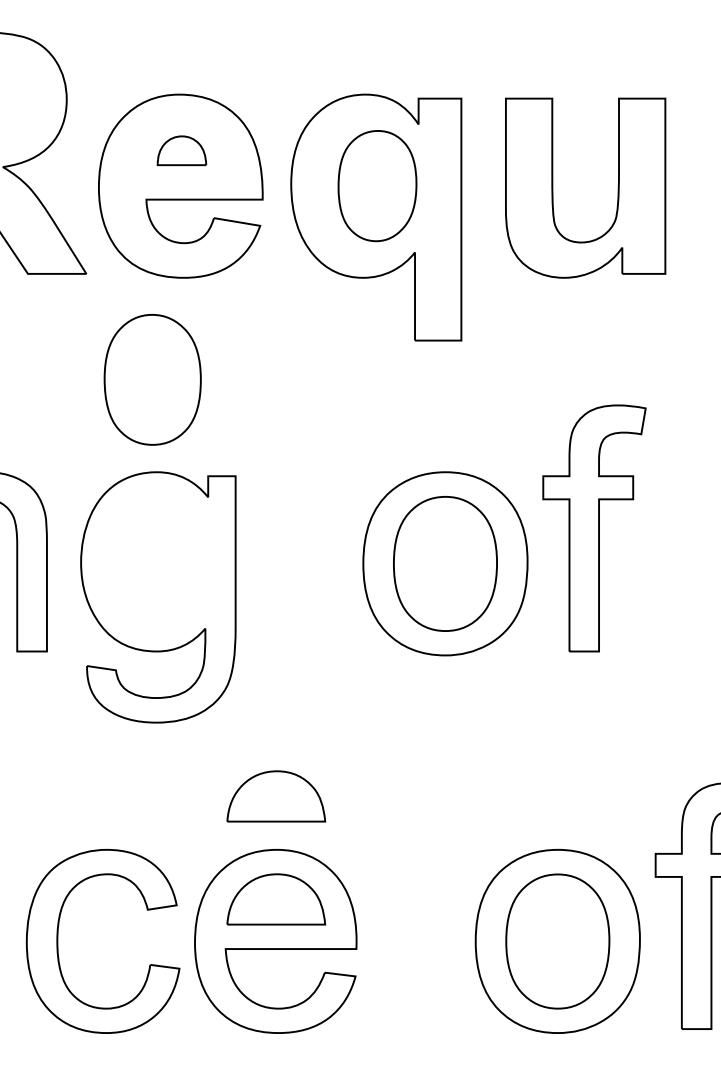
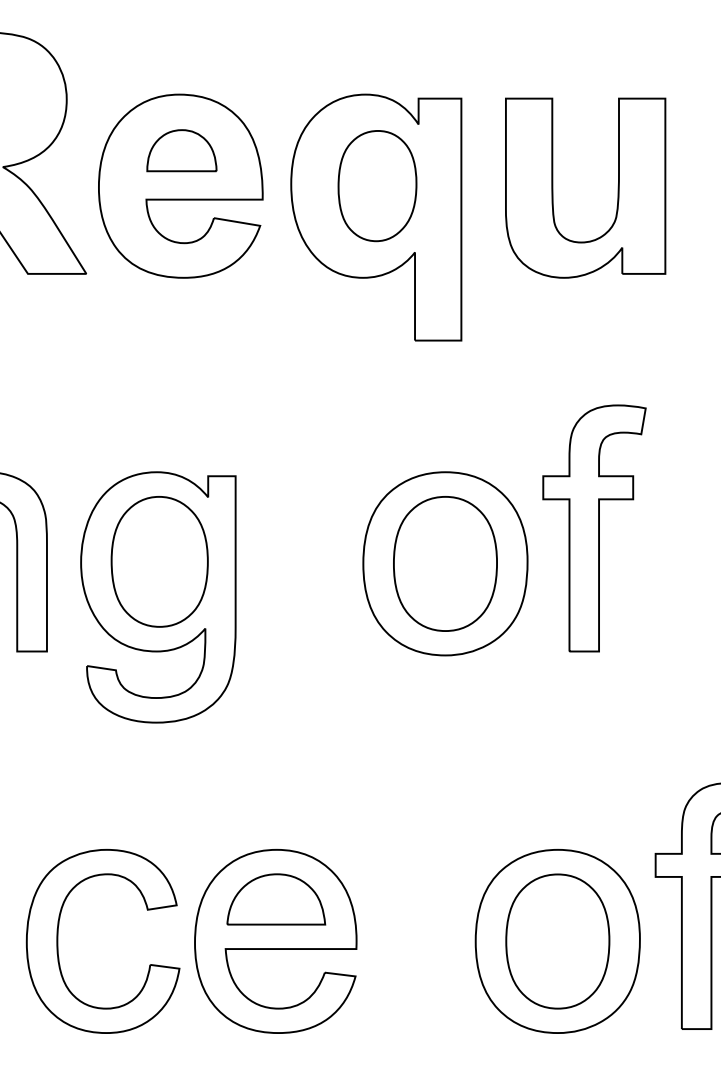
part at (181, 150) size: 52x32 px -> 72x44 px
part at (152, 379) position: (152, 379) -> (159, 561)
part at (276, 796): present -> none
